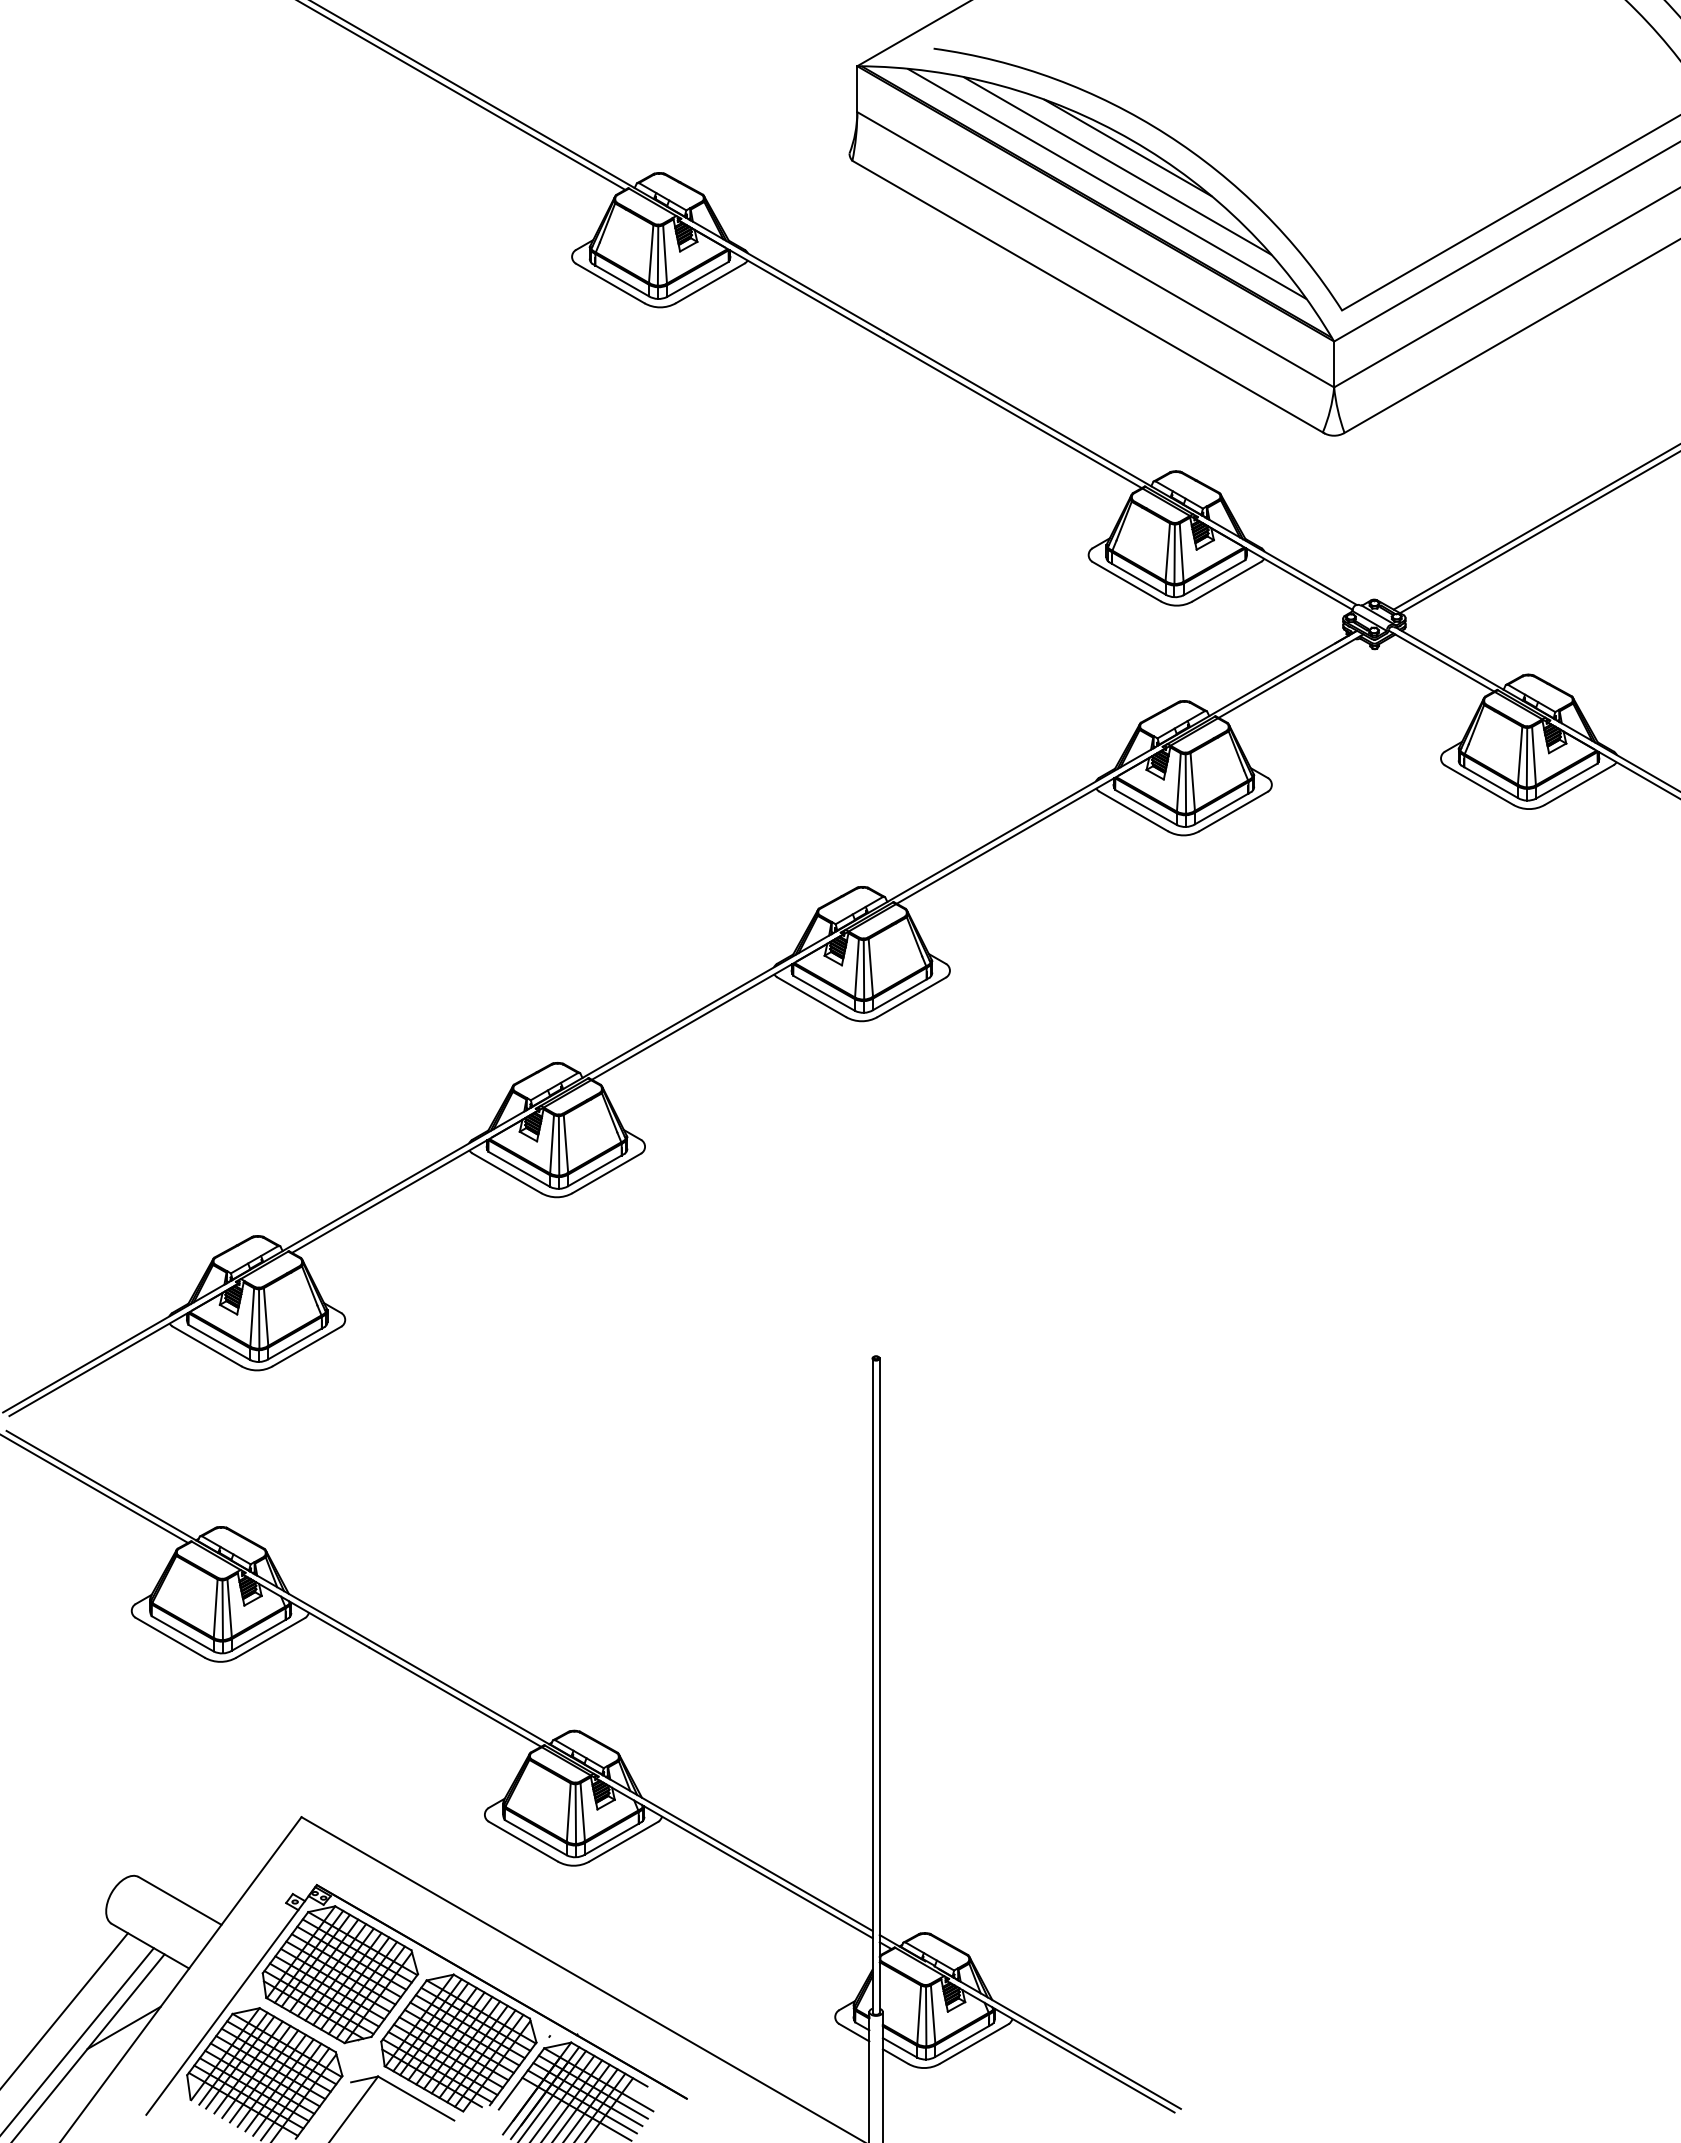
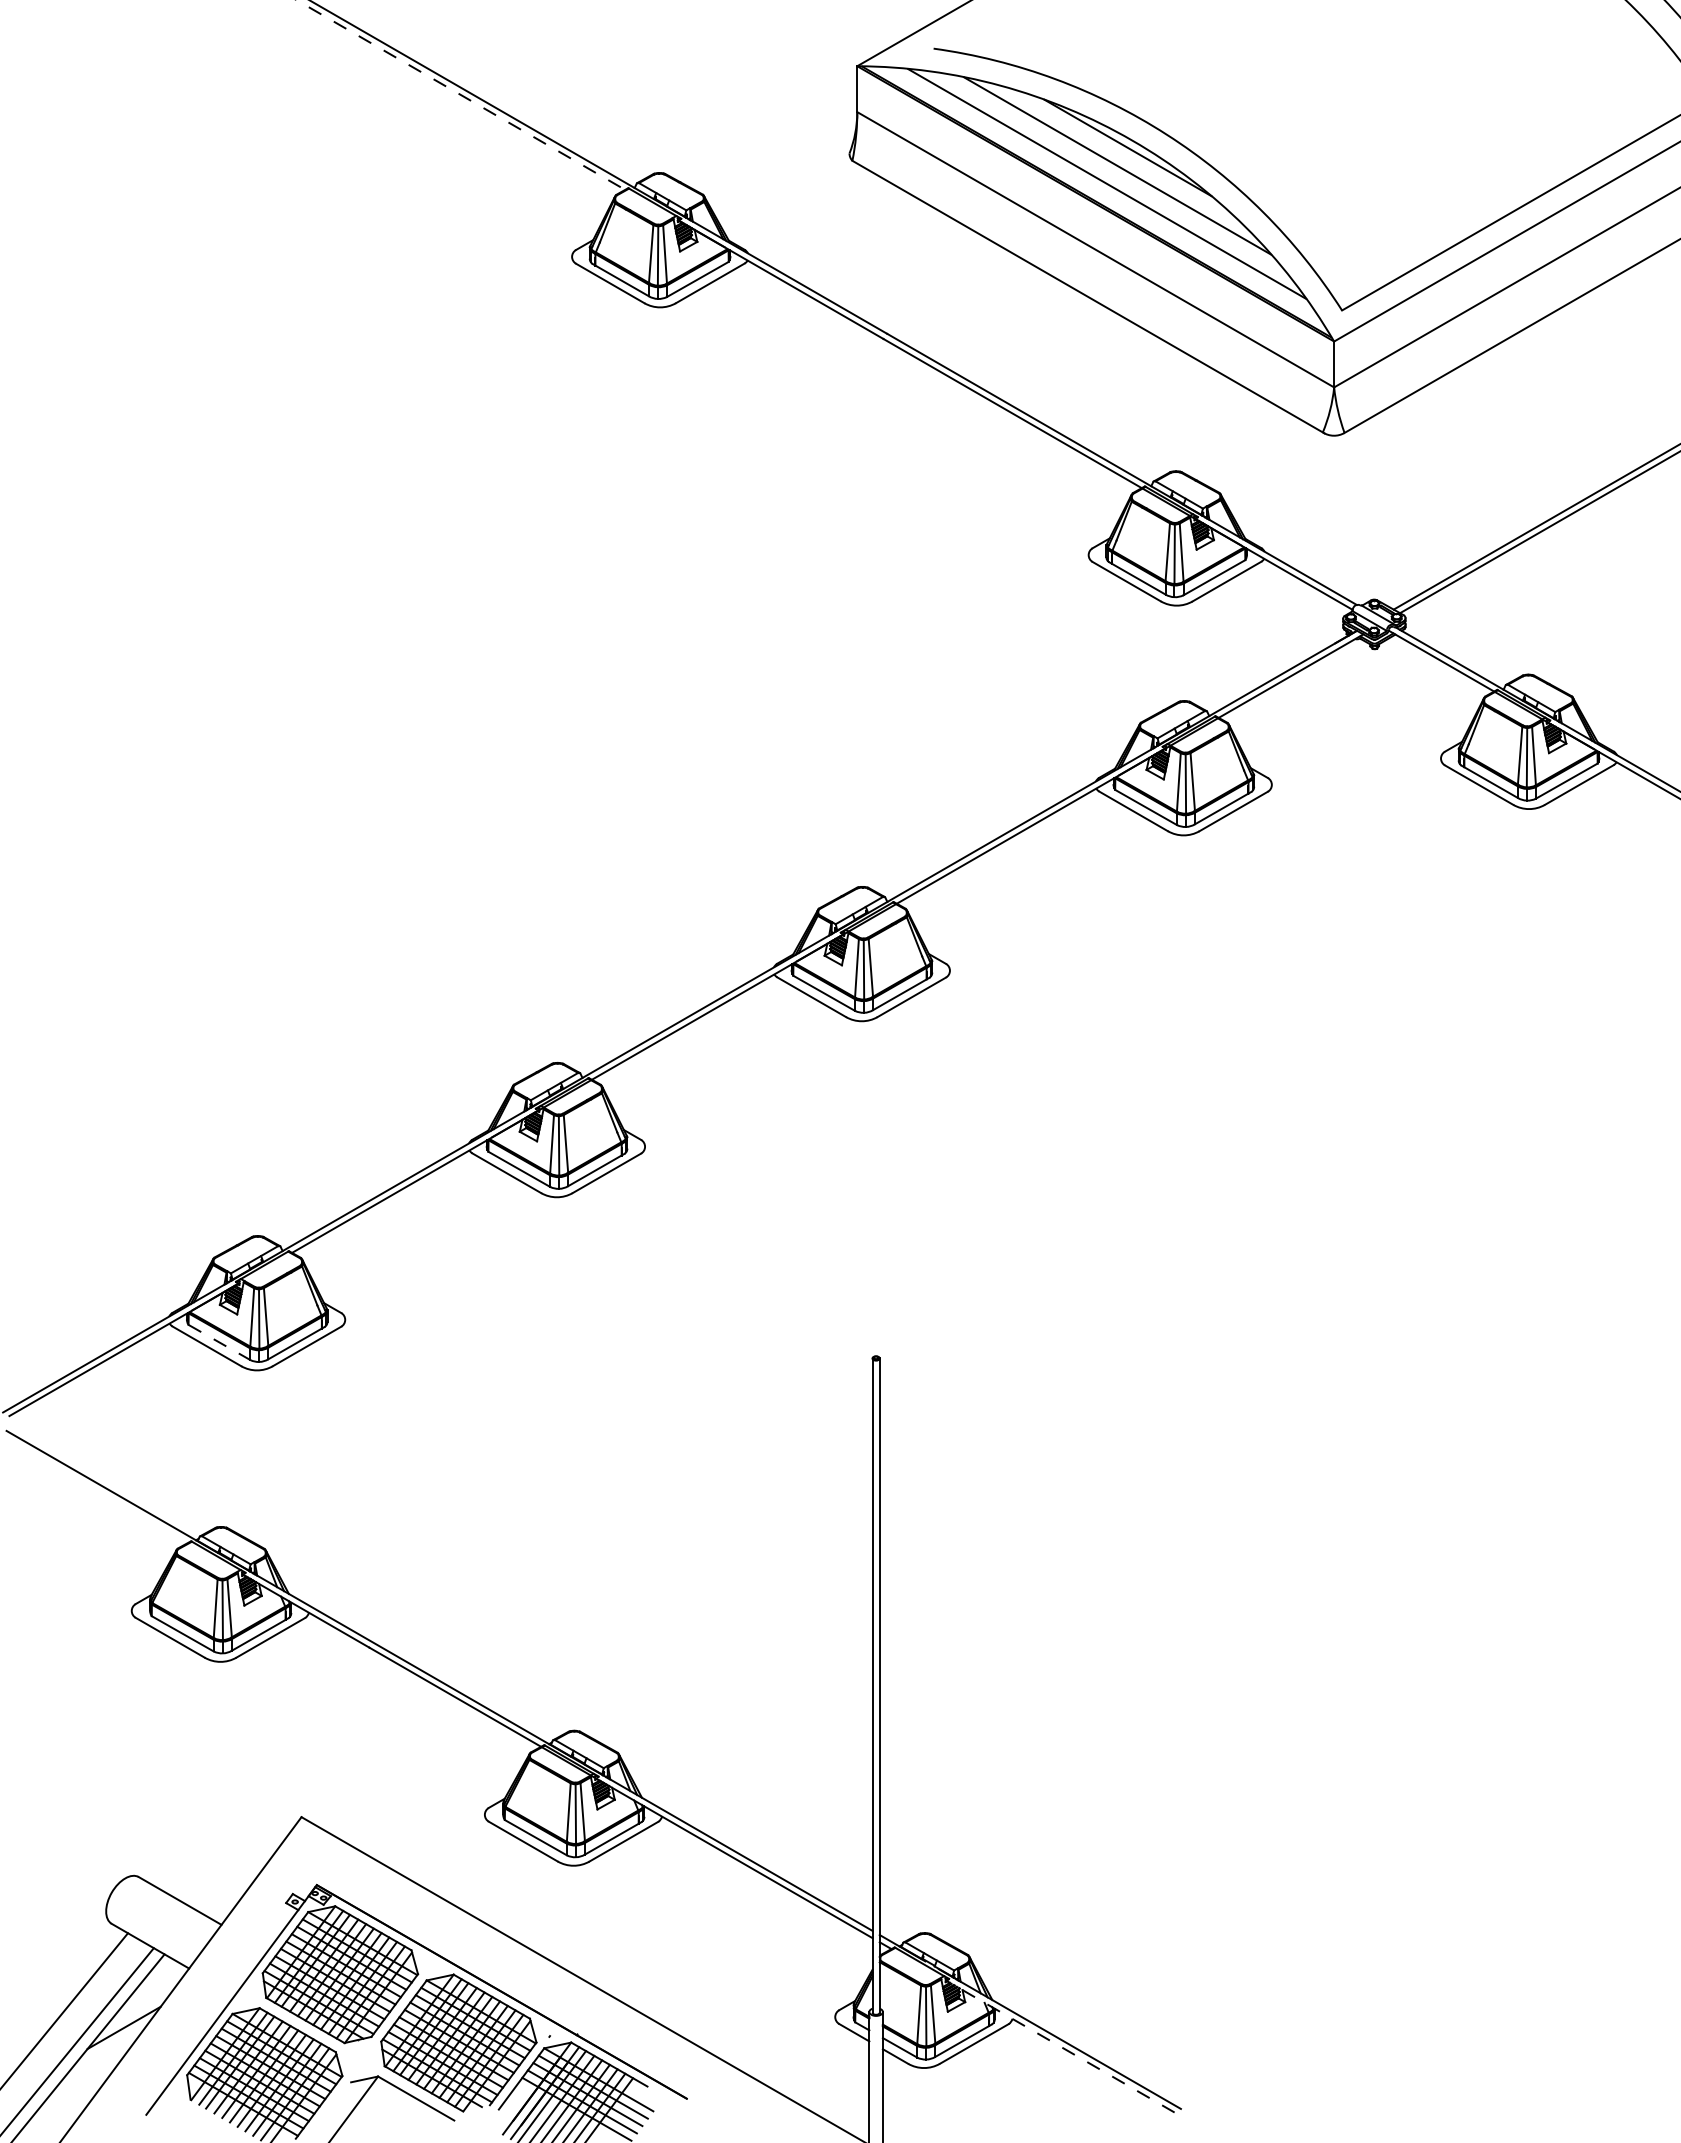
line at (461, 95): solid -> dashed
line at (219, 1342): solid -> dashed
line at (95, 1488): present -> none
line at (1059, 2046): solid -> dashed
